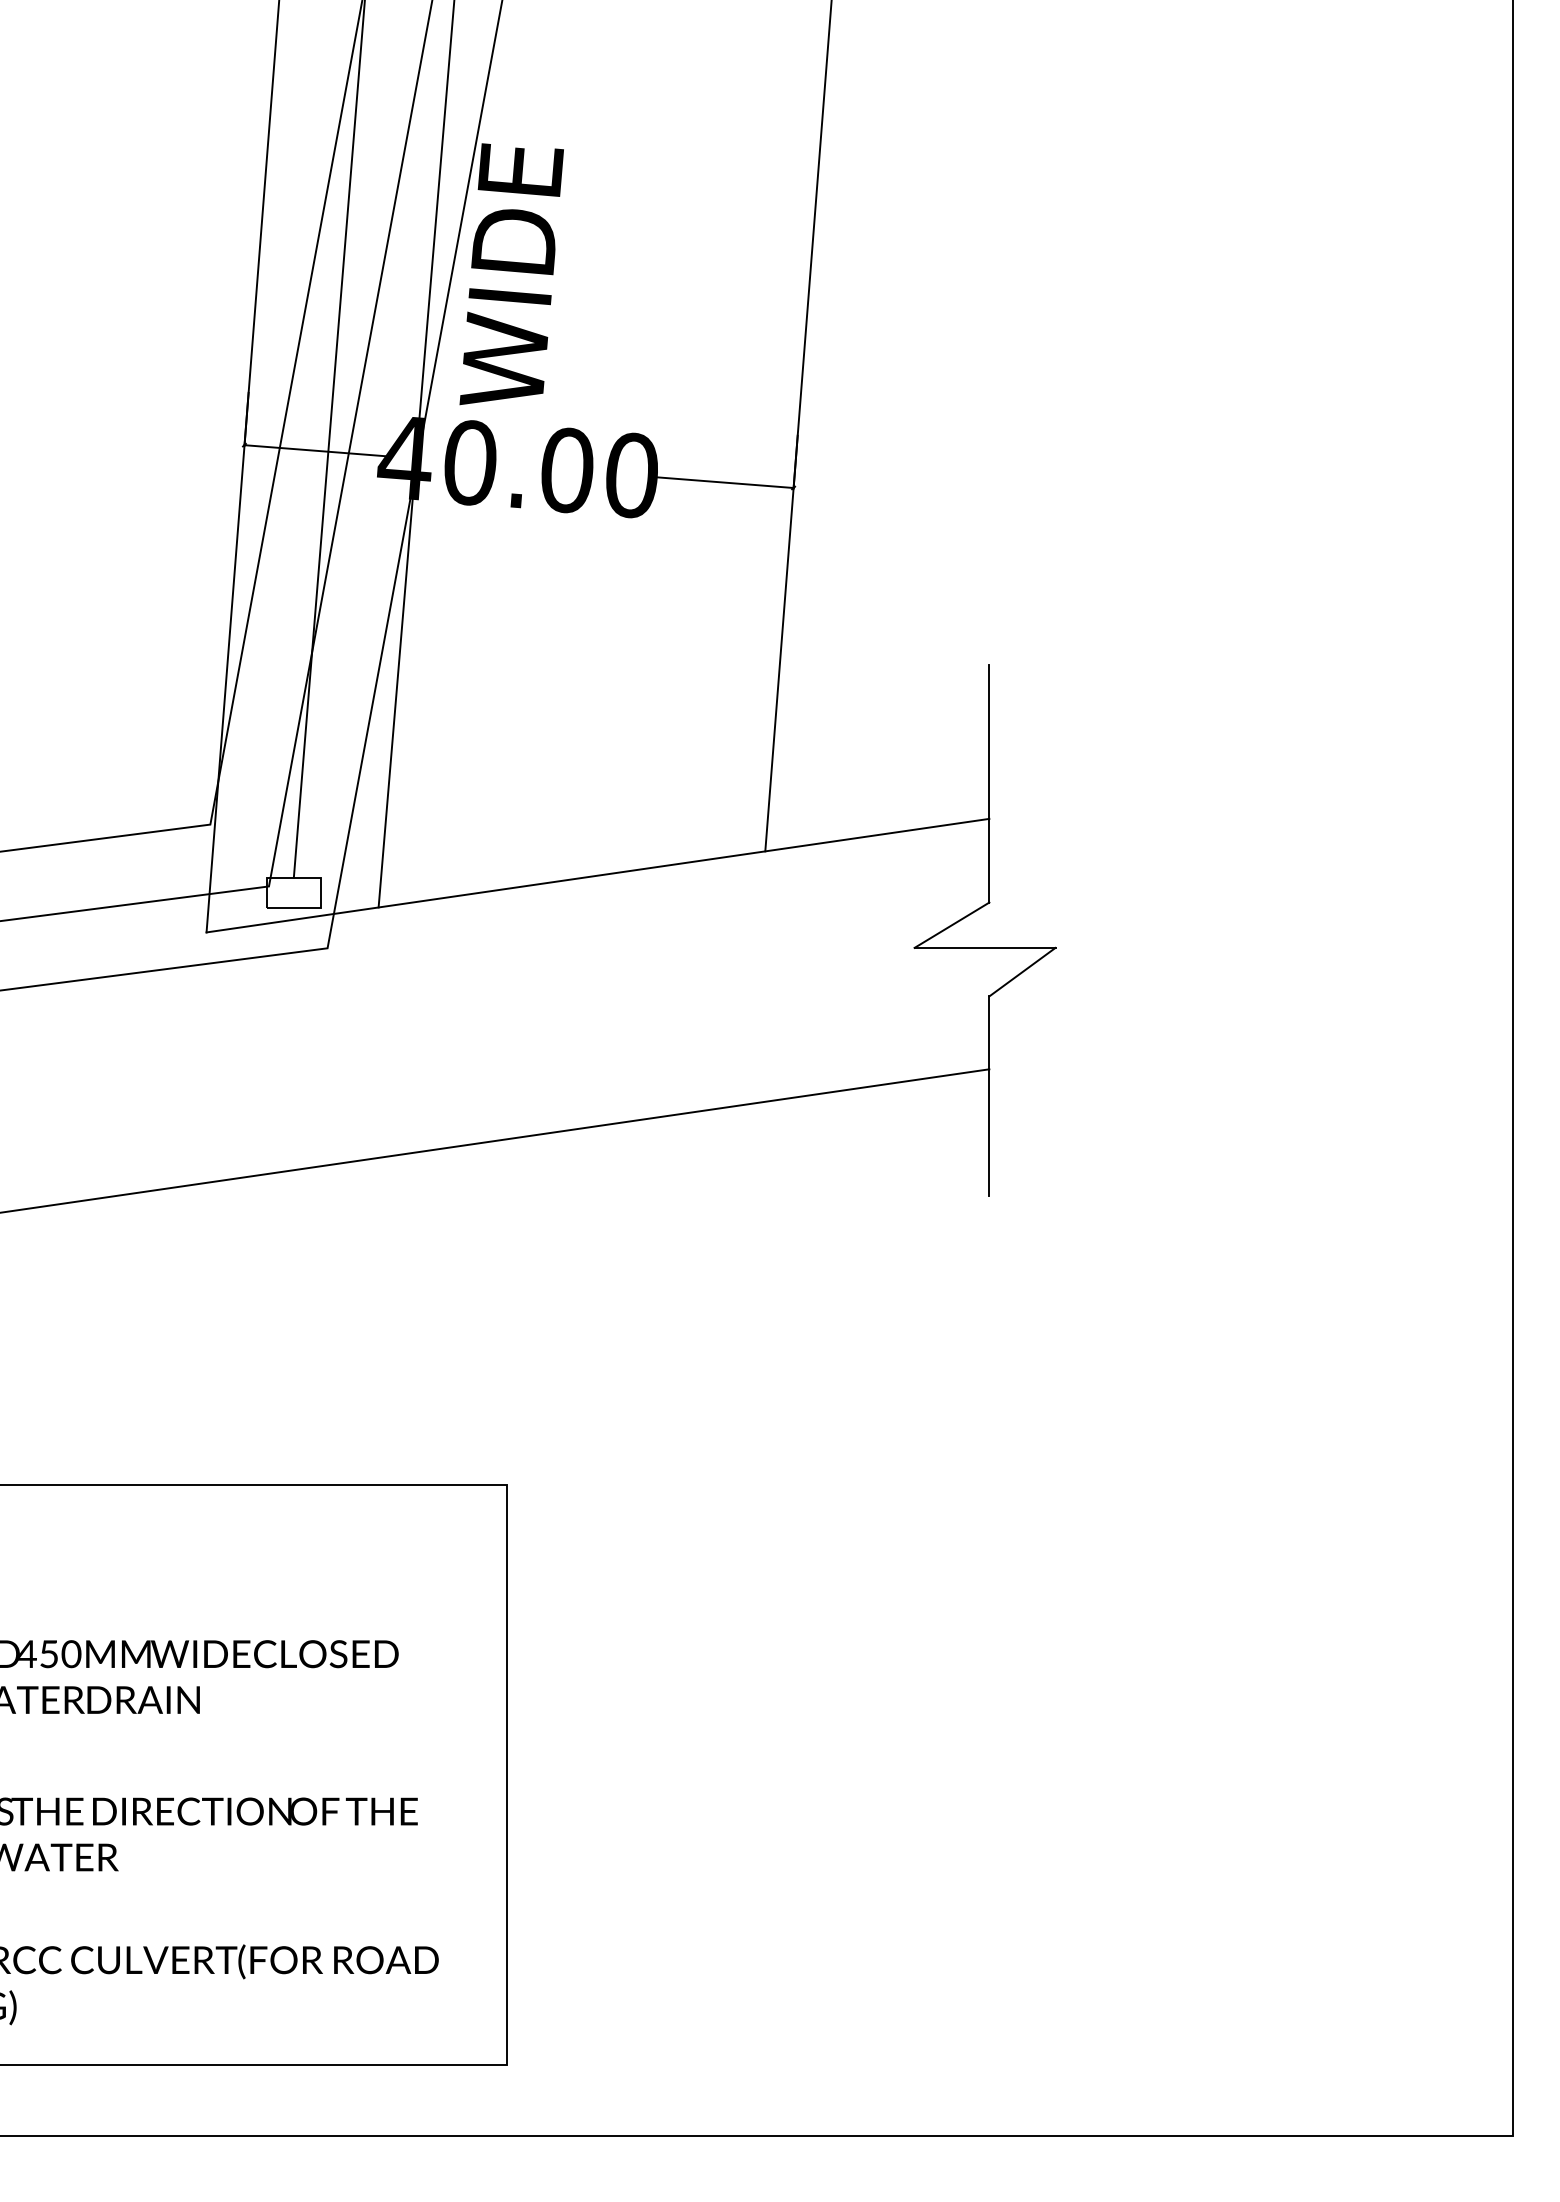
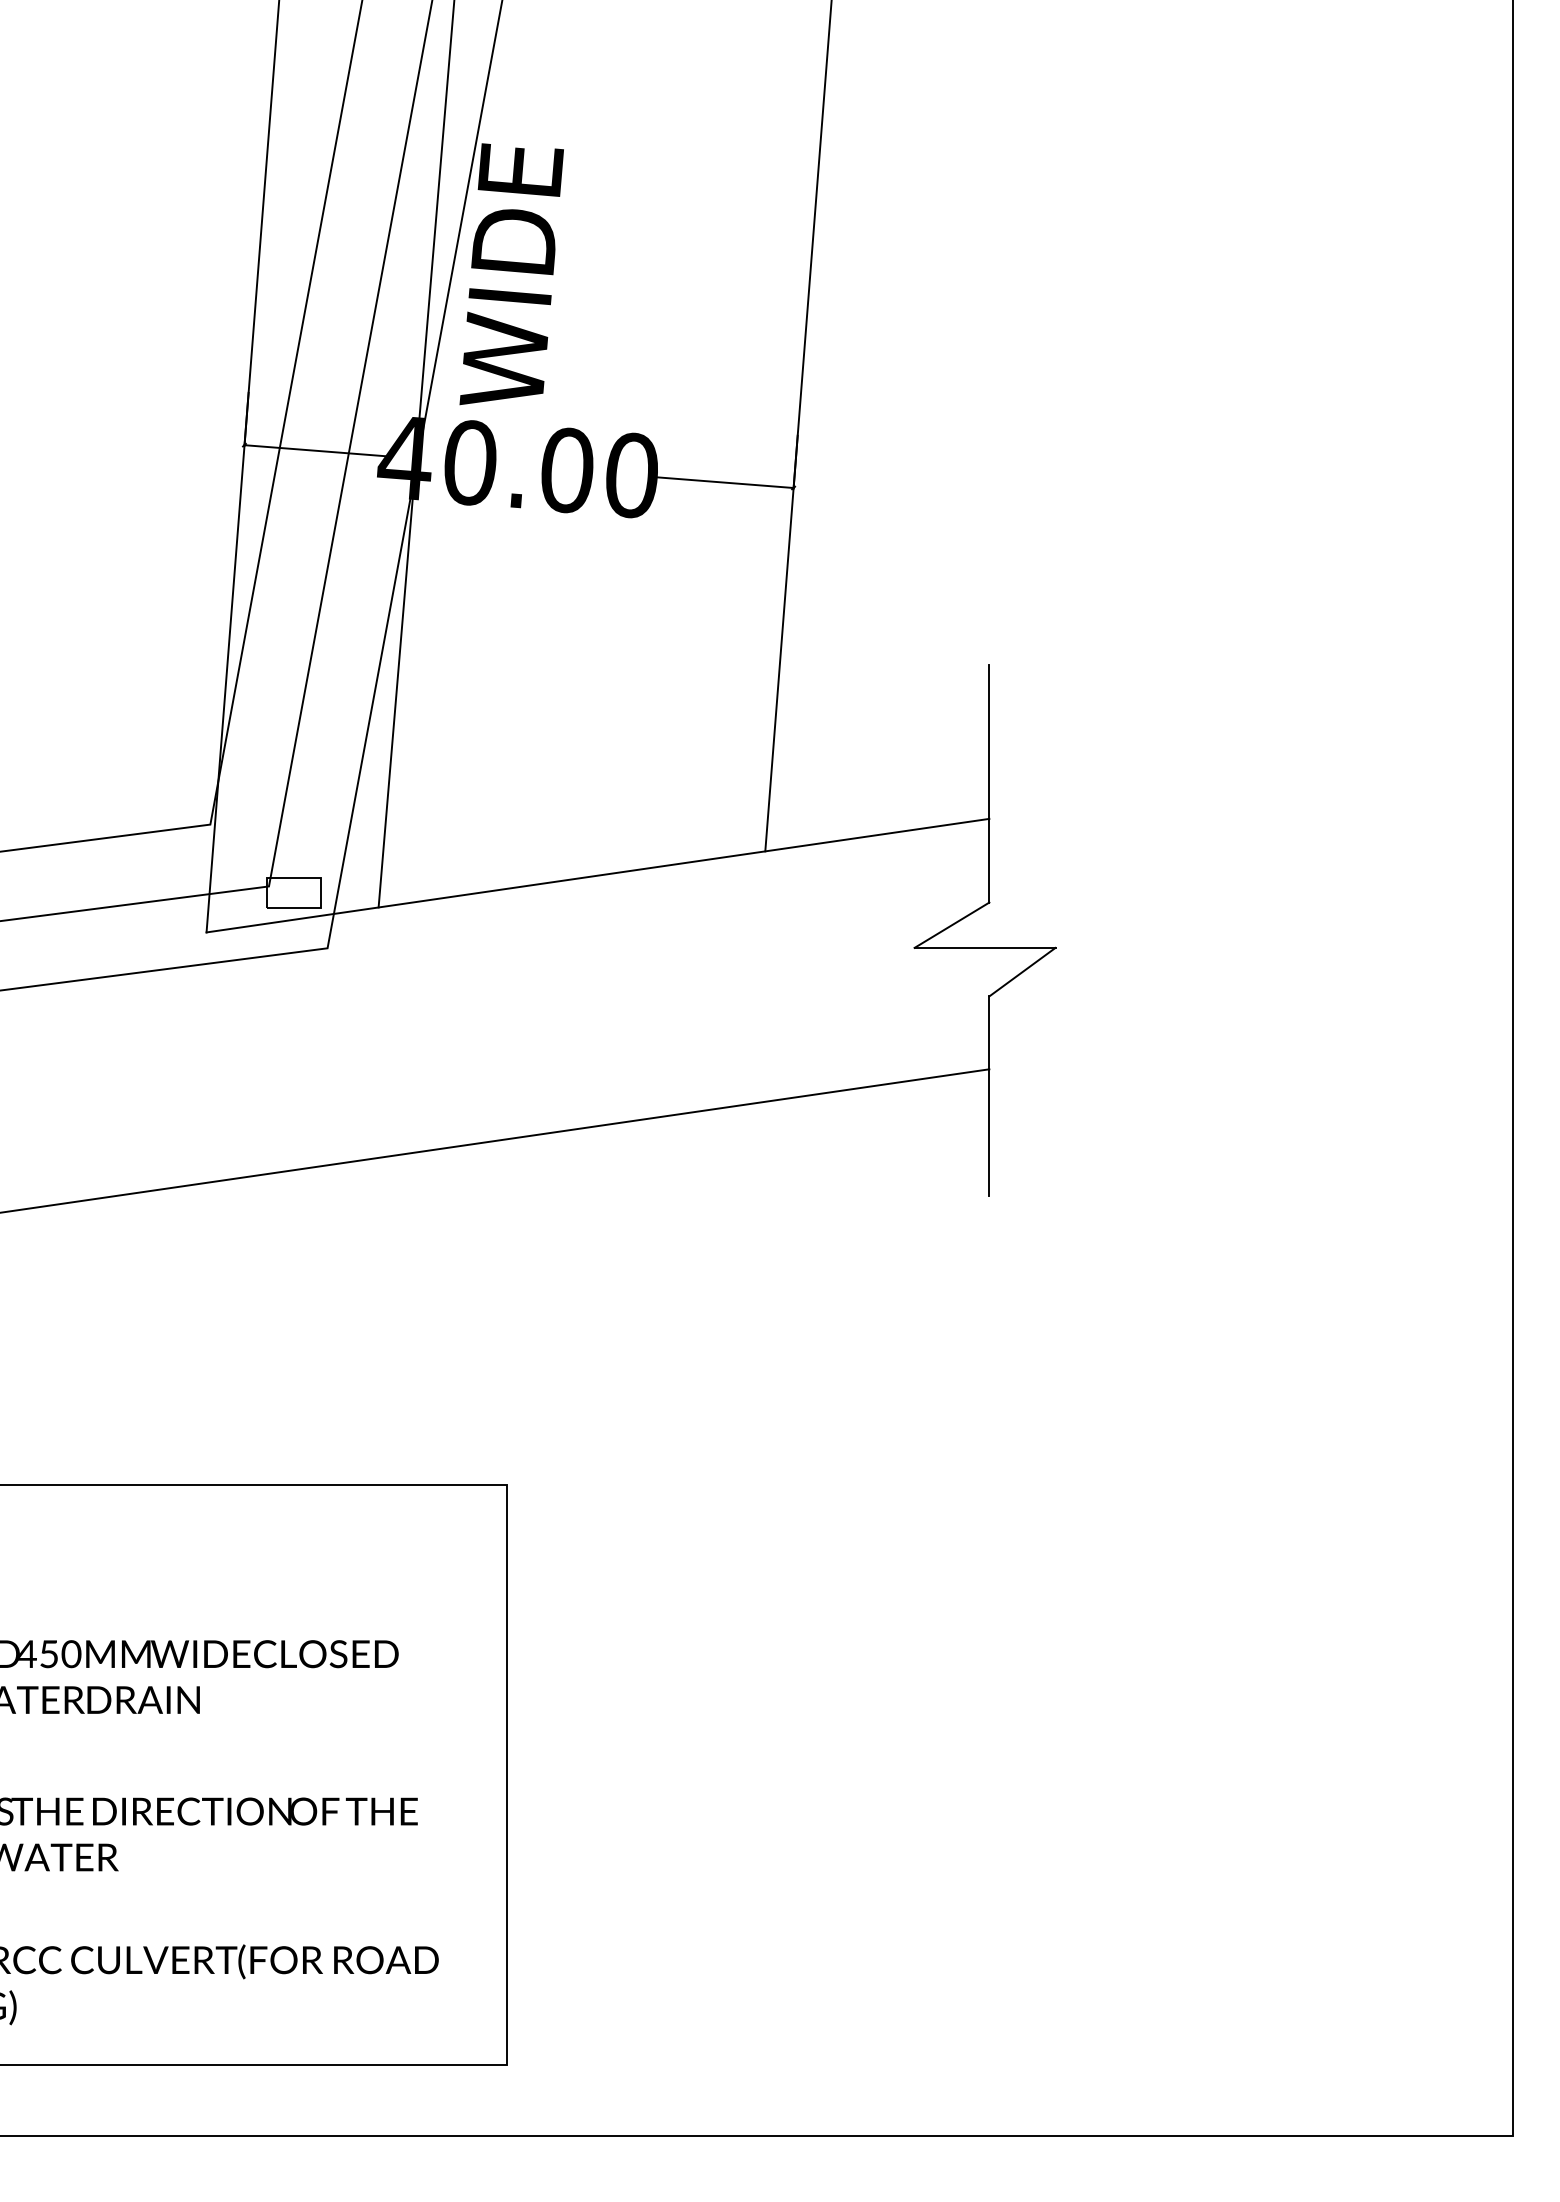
line at (328, 439): present -> none
